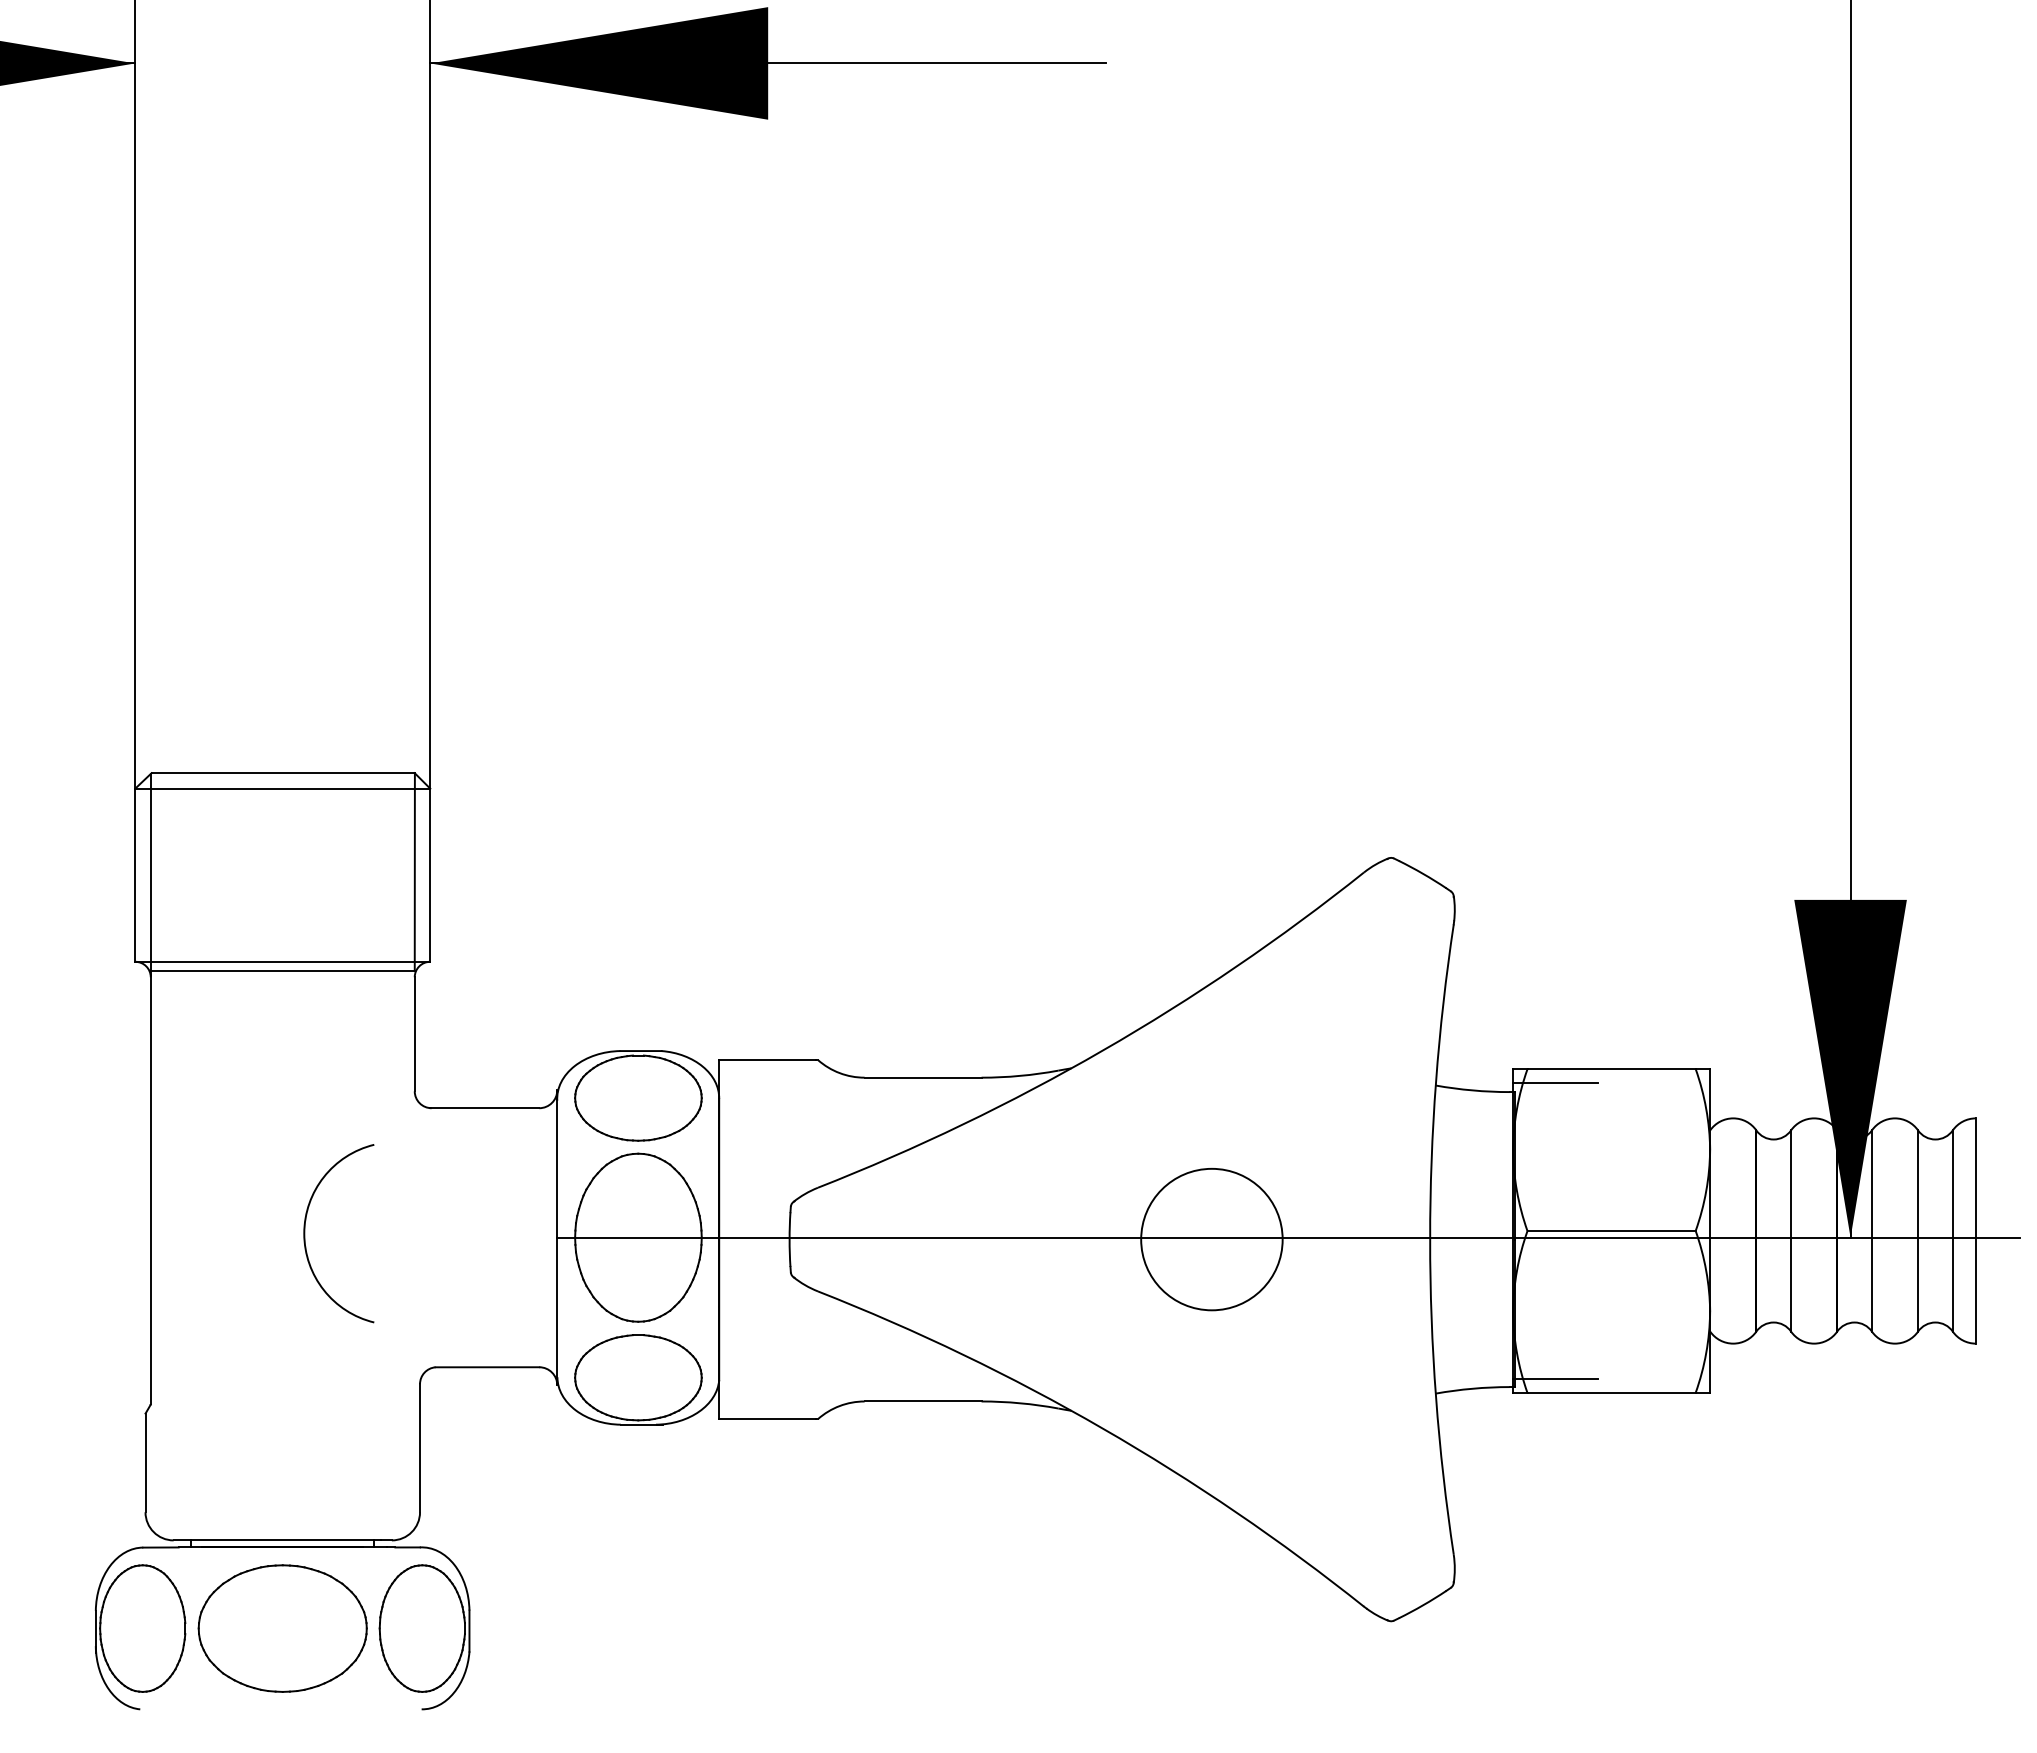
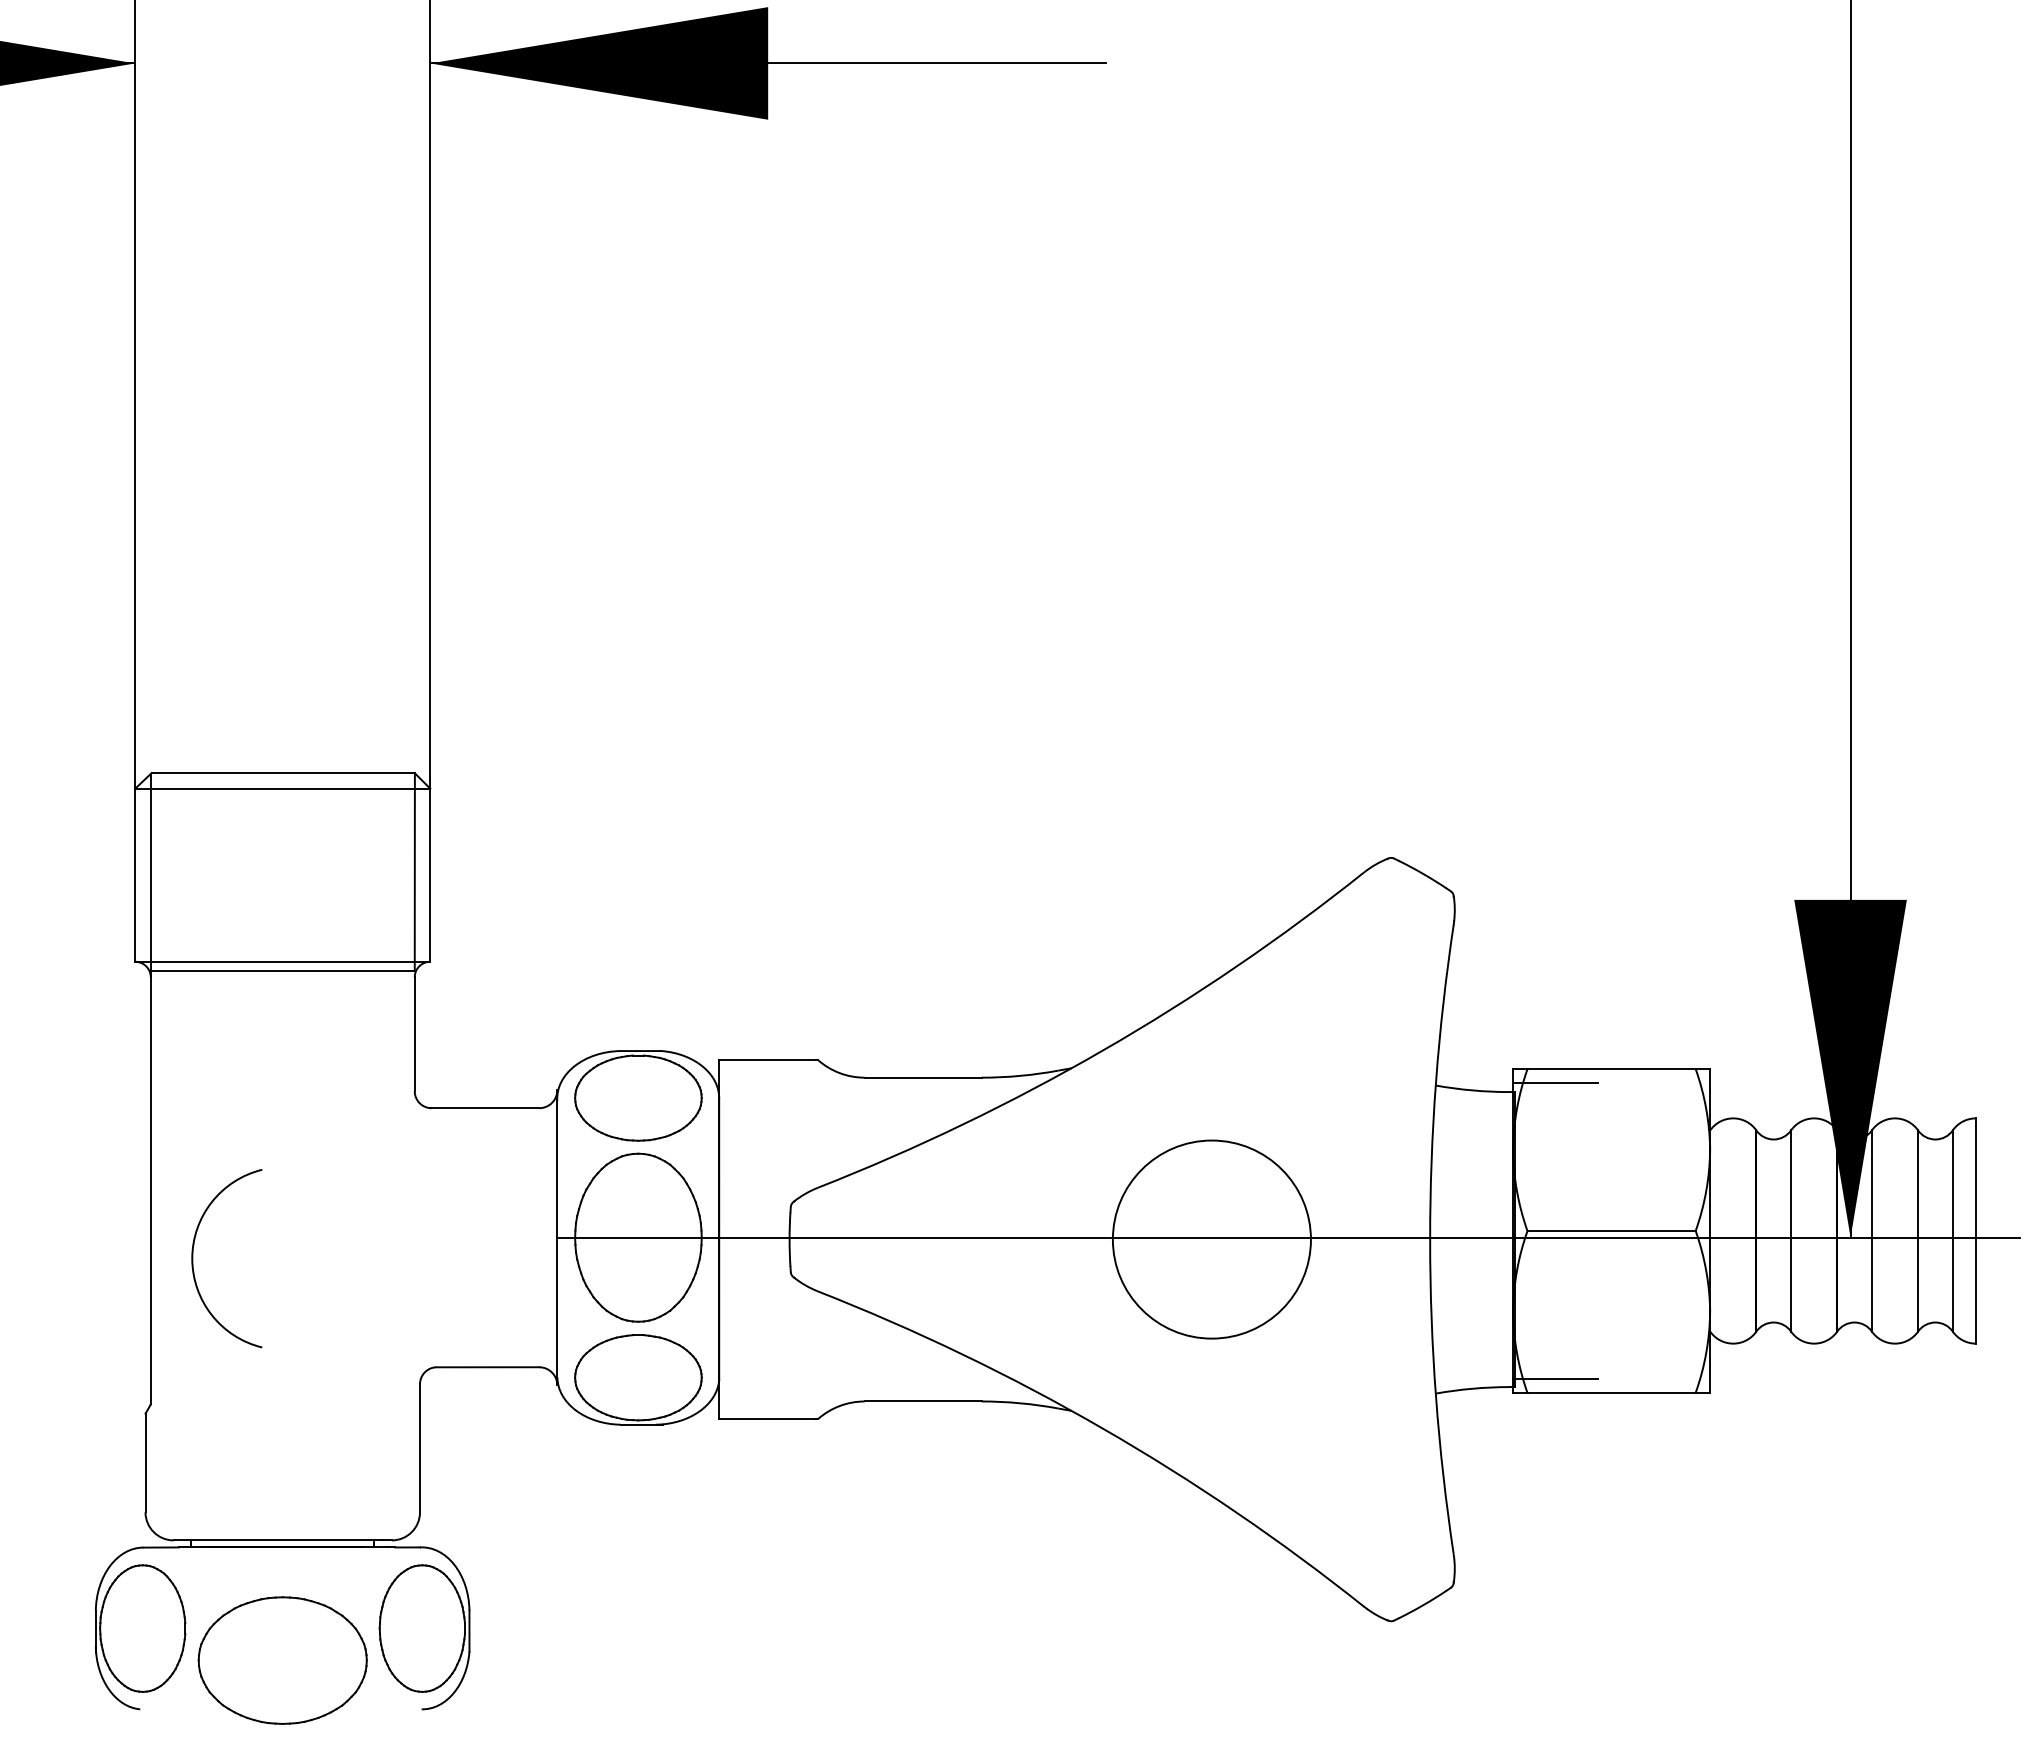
arc at (305, 1233) position: (305, 1233) -> (193, 1258)
circle at (1211, 1239) diameter: 141 px -> 198 px
part at (282, 1628) position: (282, 1628) -> (282, 1660)
